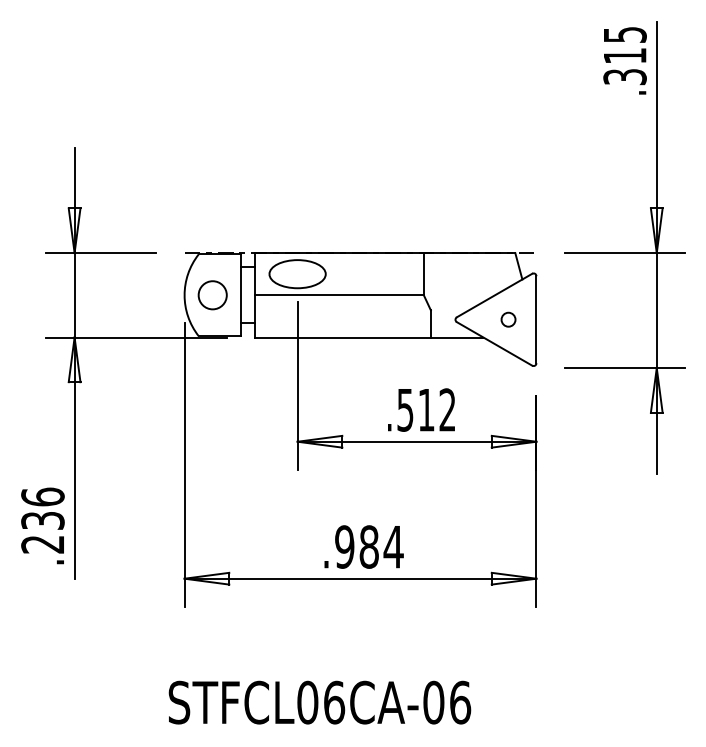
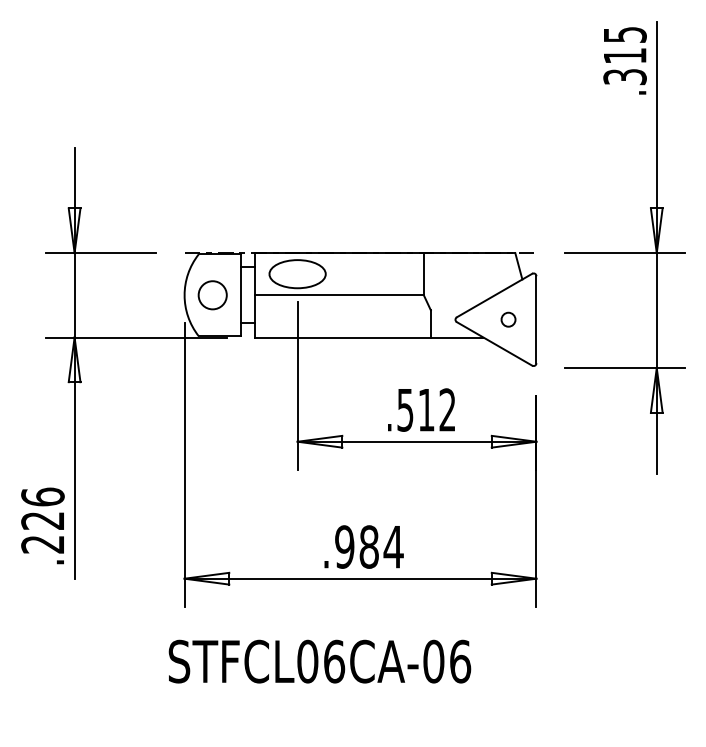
text at (42, 520): .236 -> .226
text at (319, 702) position: (319, 702) -> (319, 661)
